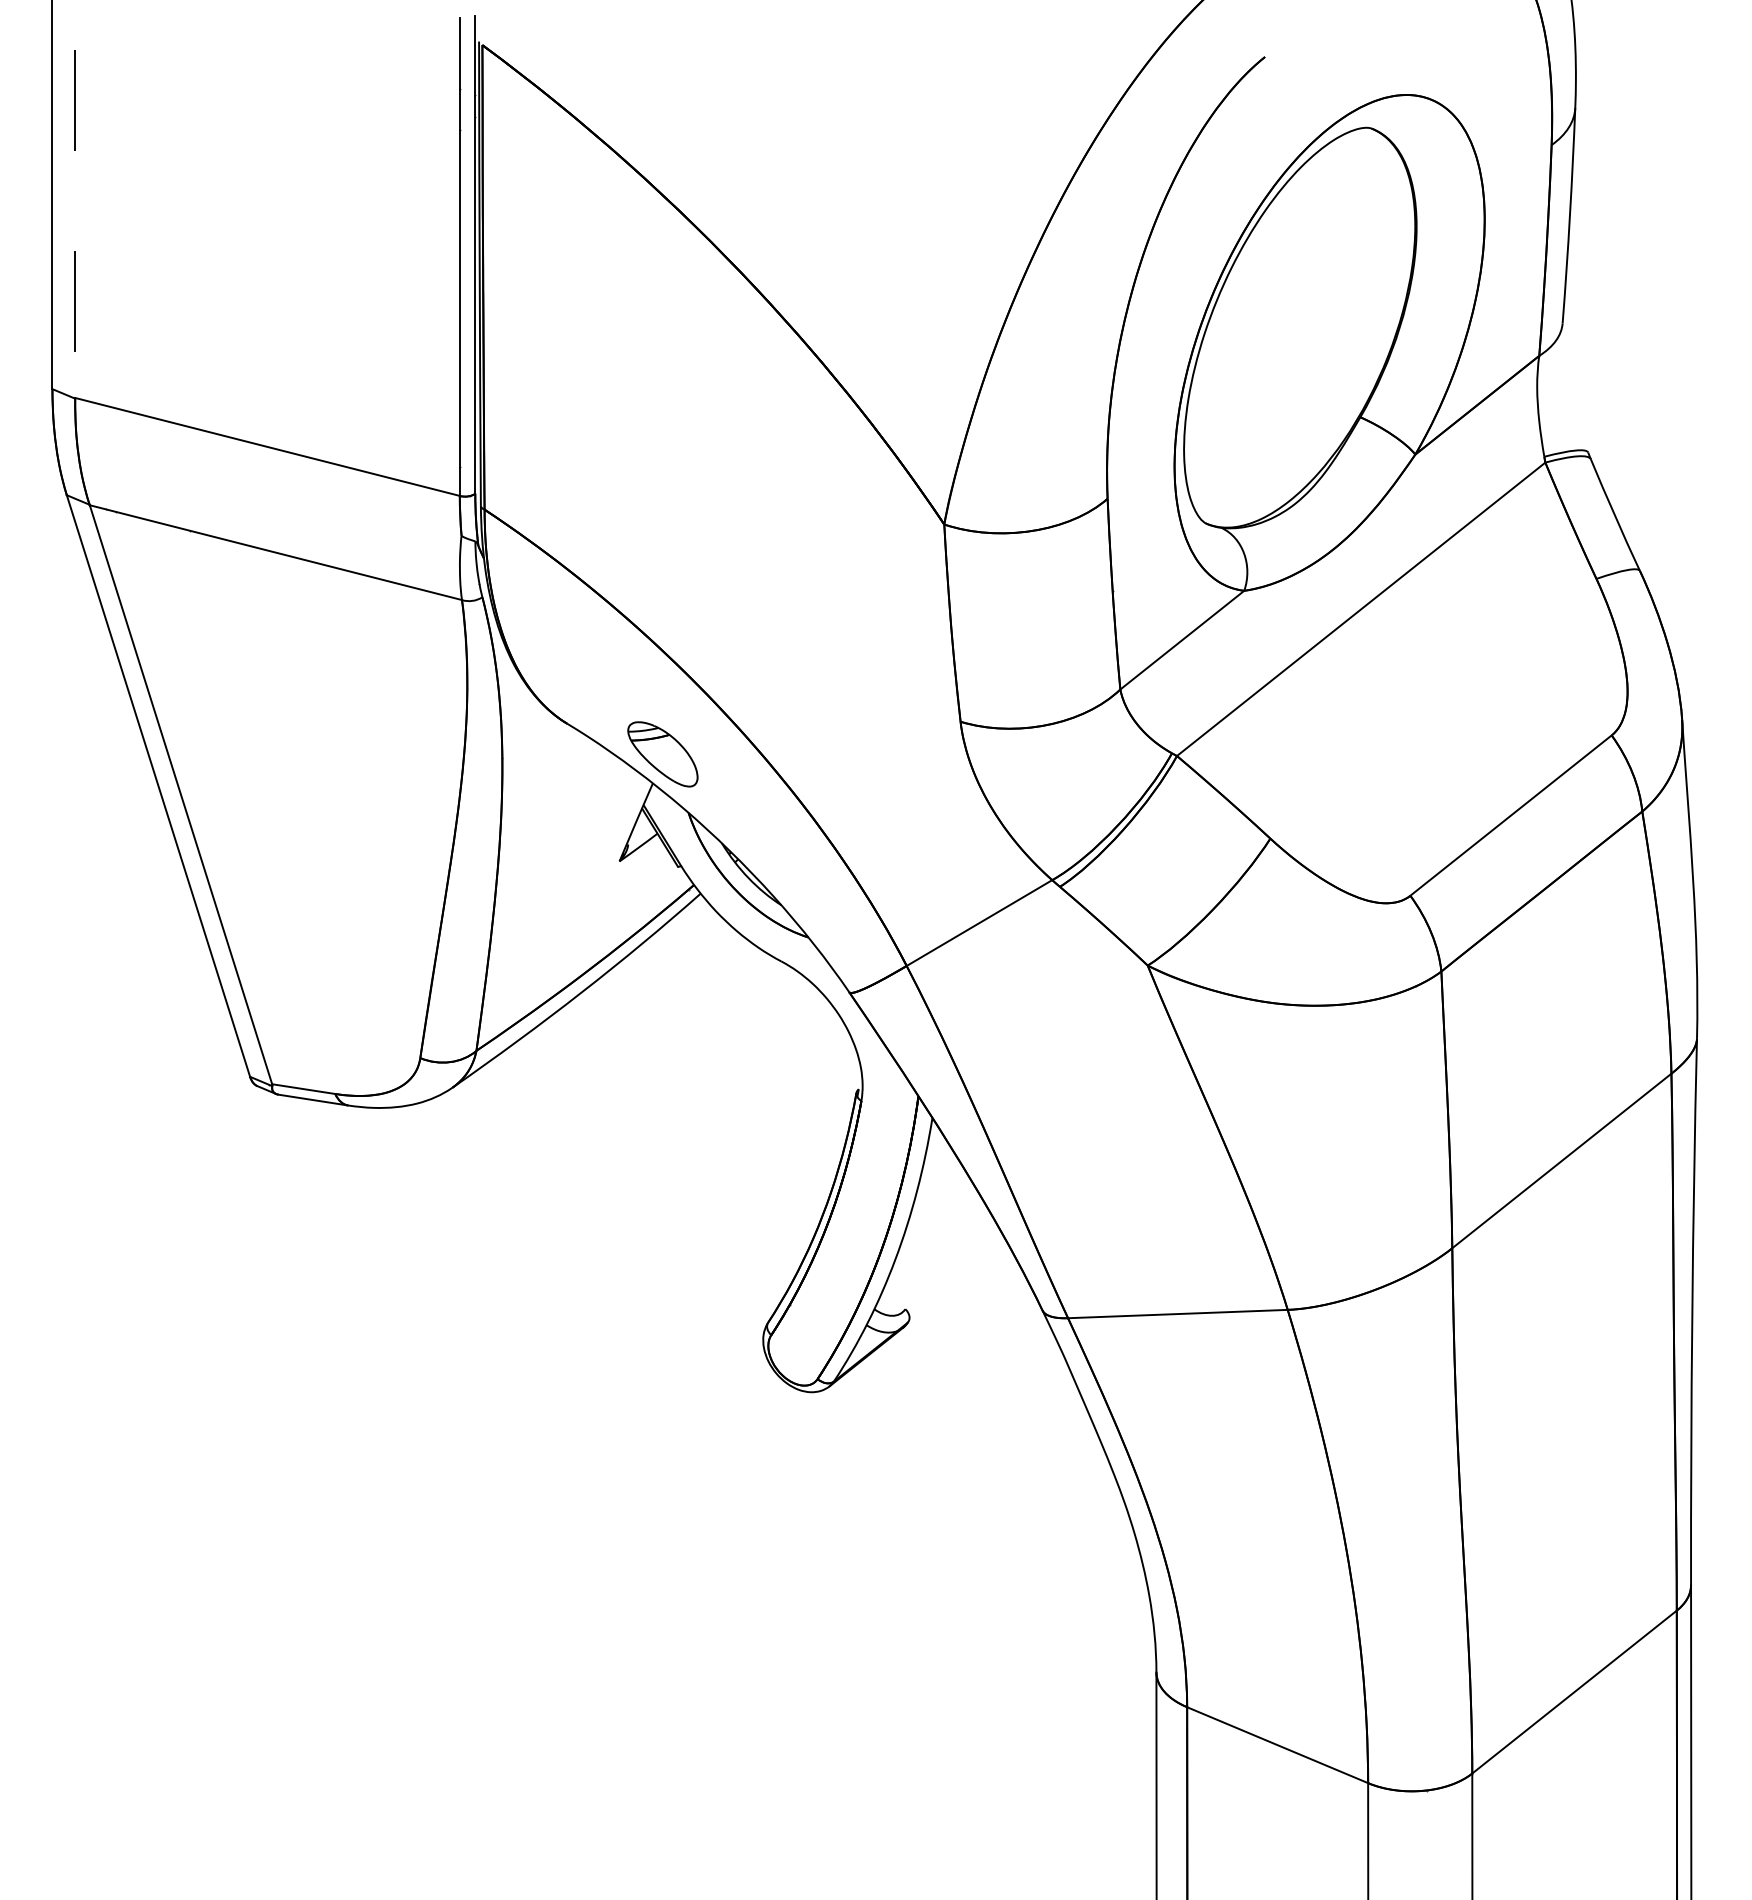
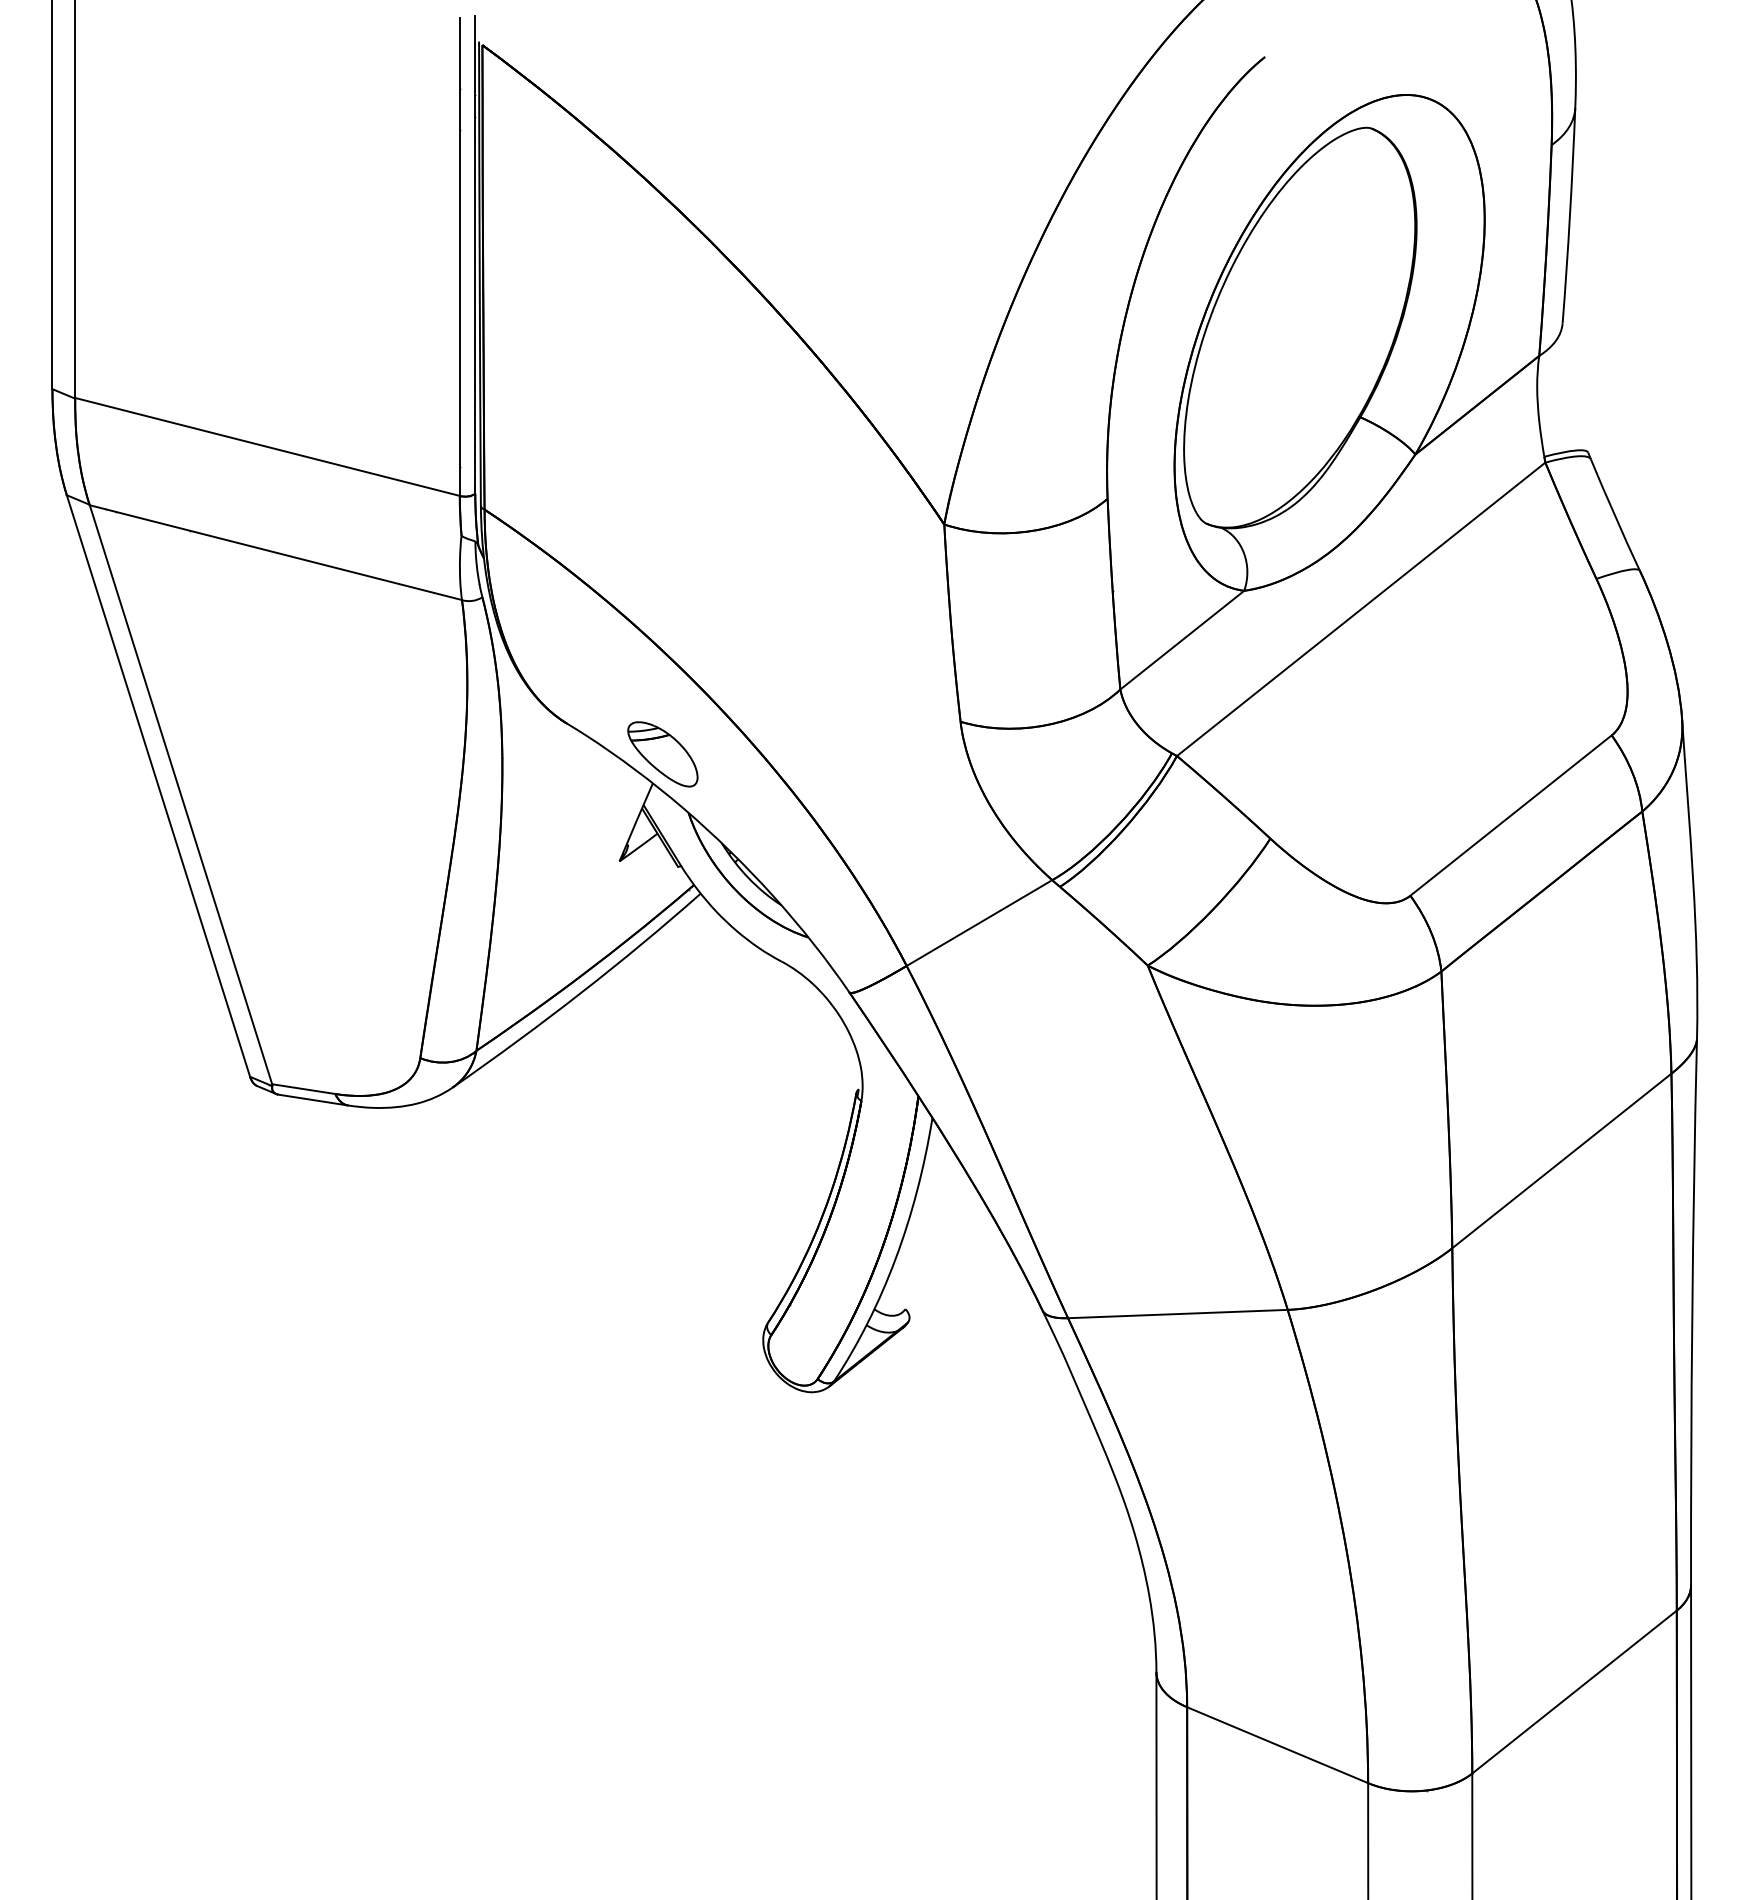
line at (75, 199): dashed -> solid
